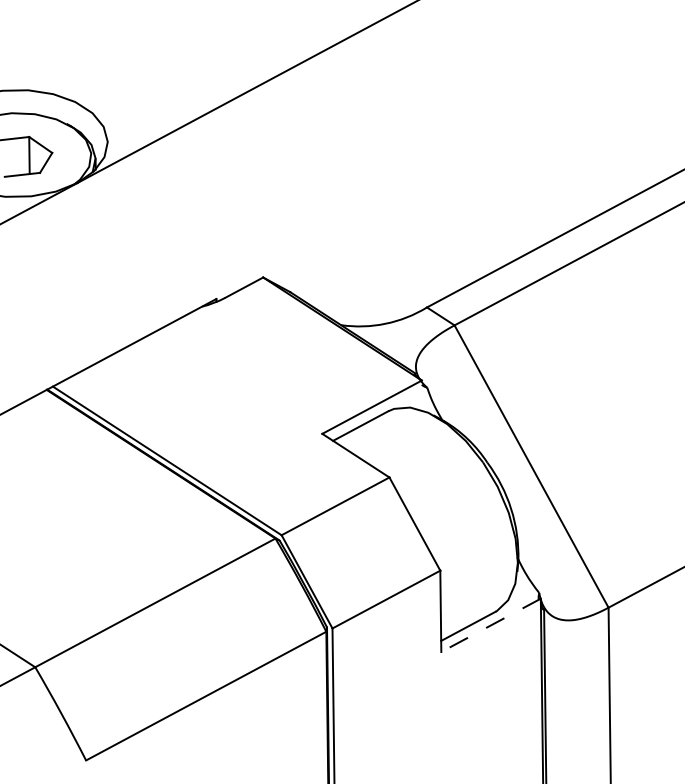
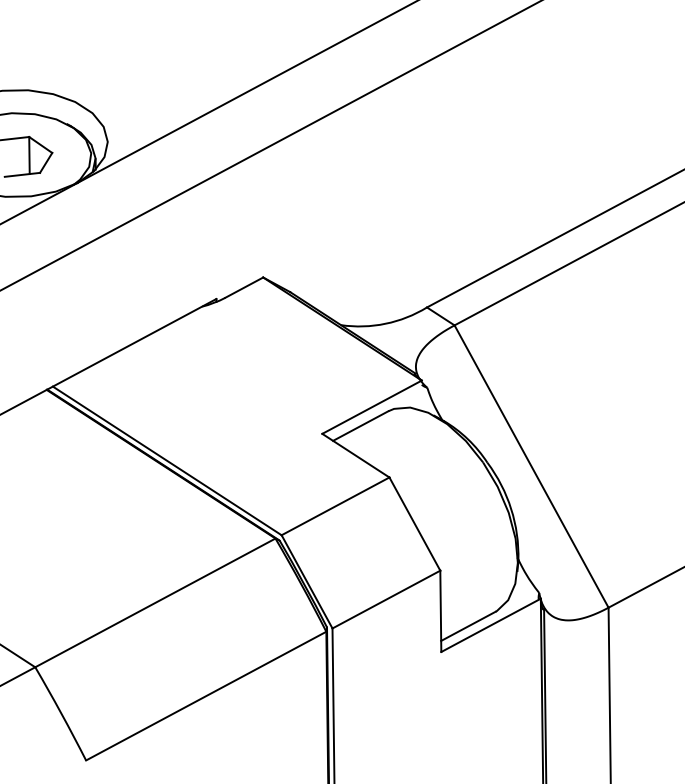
line at (270, 145): none -> present
line at (490, 625): dashed -> solid
